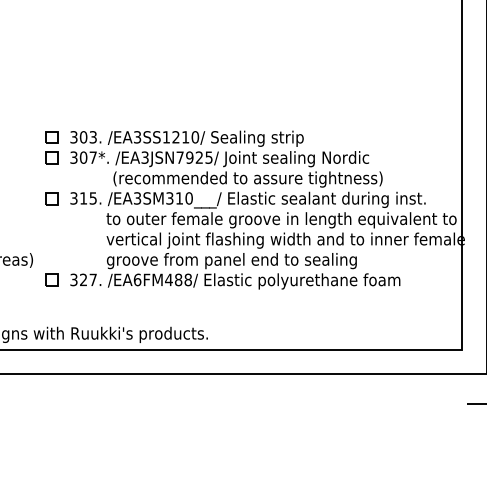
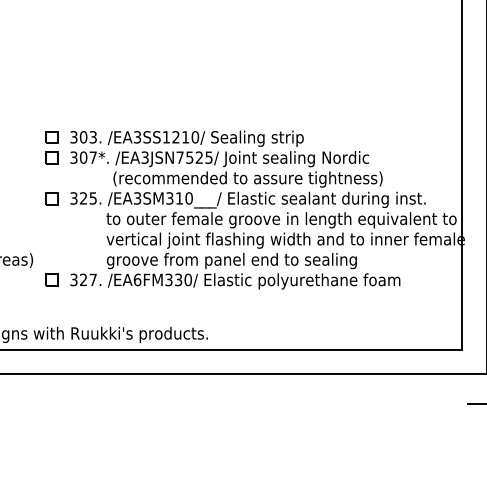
text at (189, 157): /EA3JSN7925/ -> /EA3JSN7525/
text at (83, 198): 315. -> 325.
text at (178, 279): /EA6FM488/ -> /EA6FM330/
